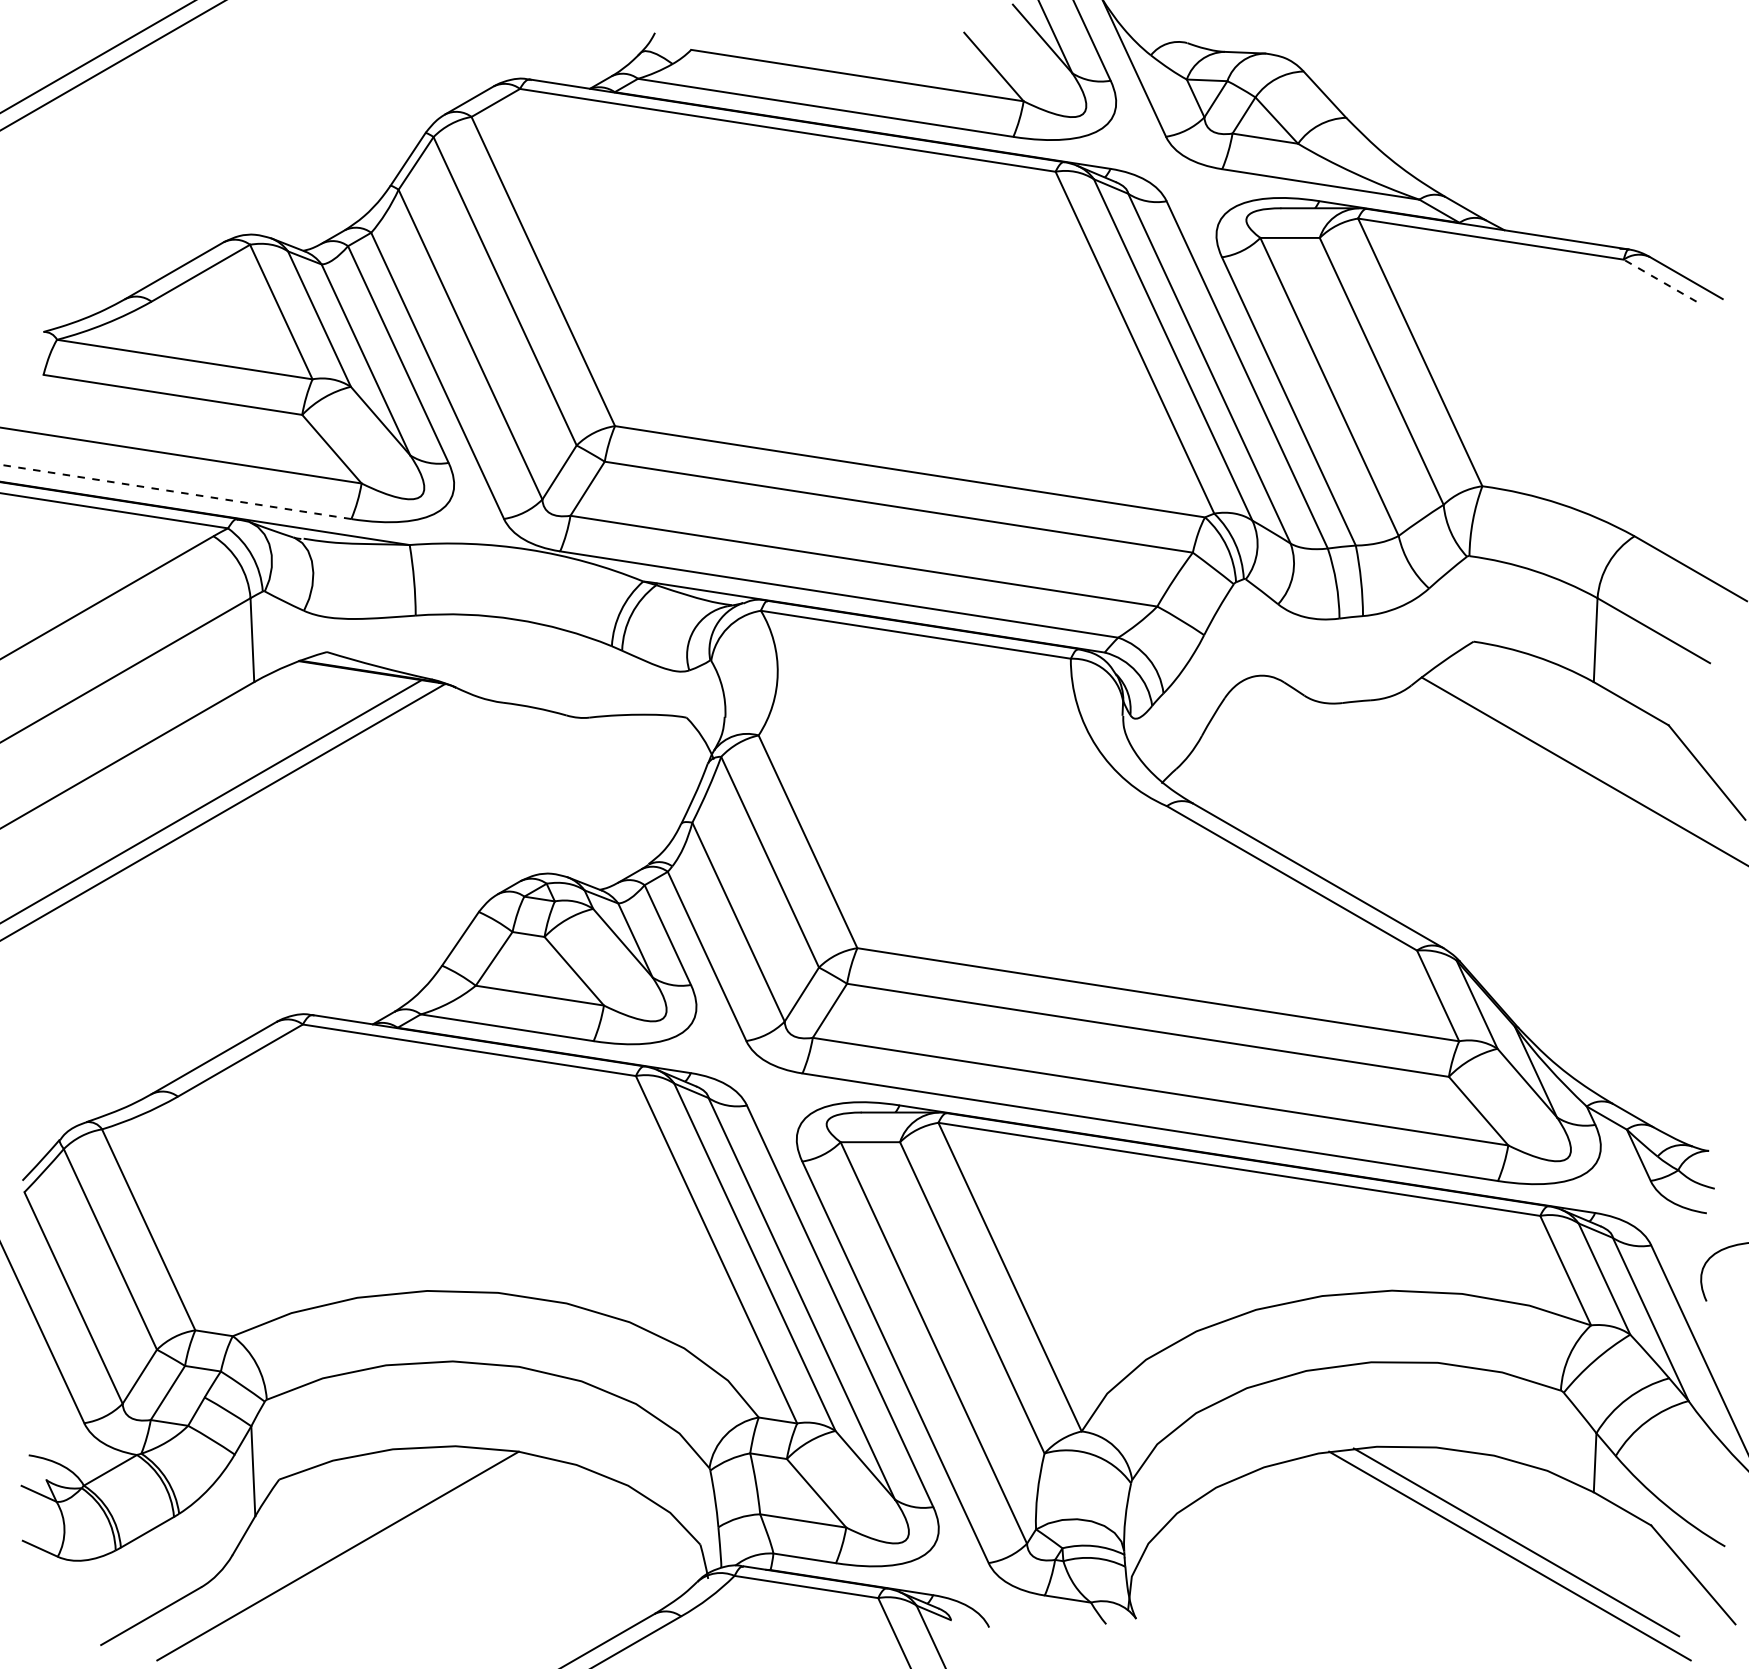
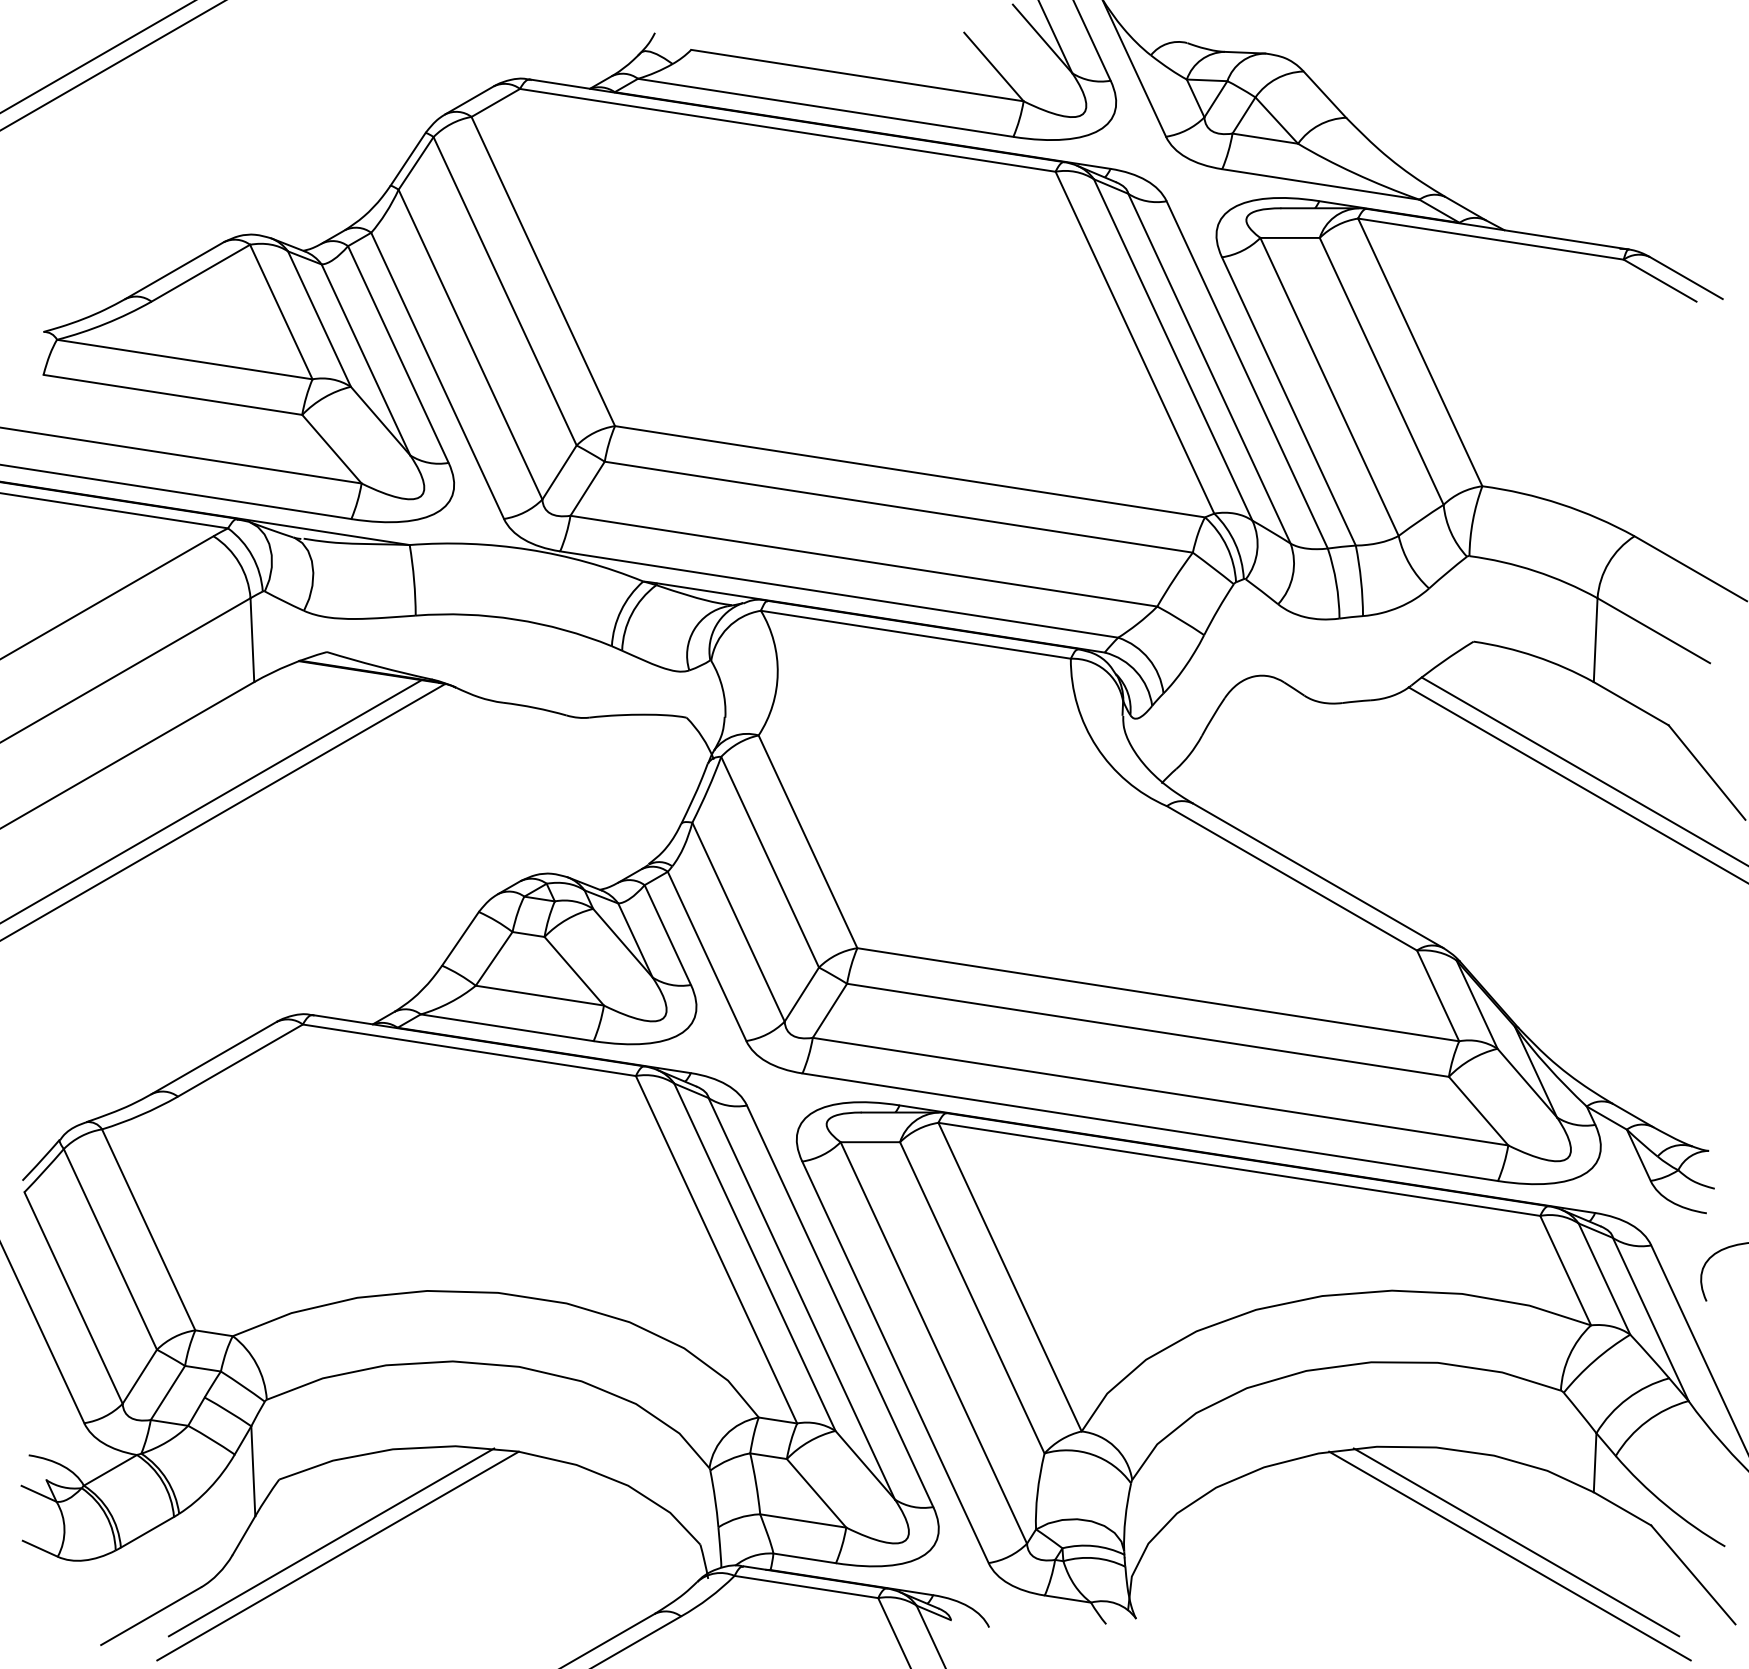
line at (1659, 280): dashed -> solid
line at (175, 491): dashed -> solid
line at (1576, 784): none -> present
line at (331, 1542): none -> present
